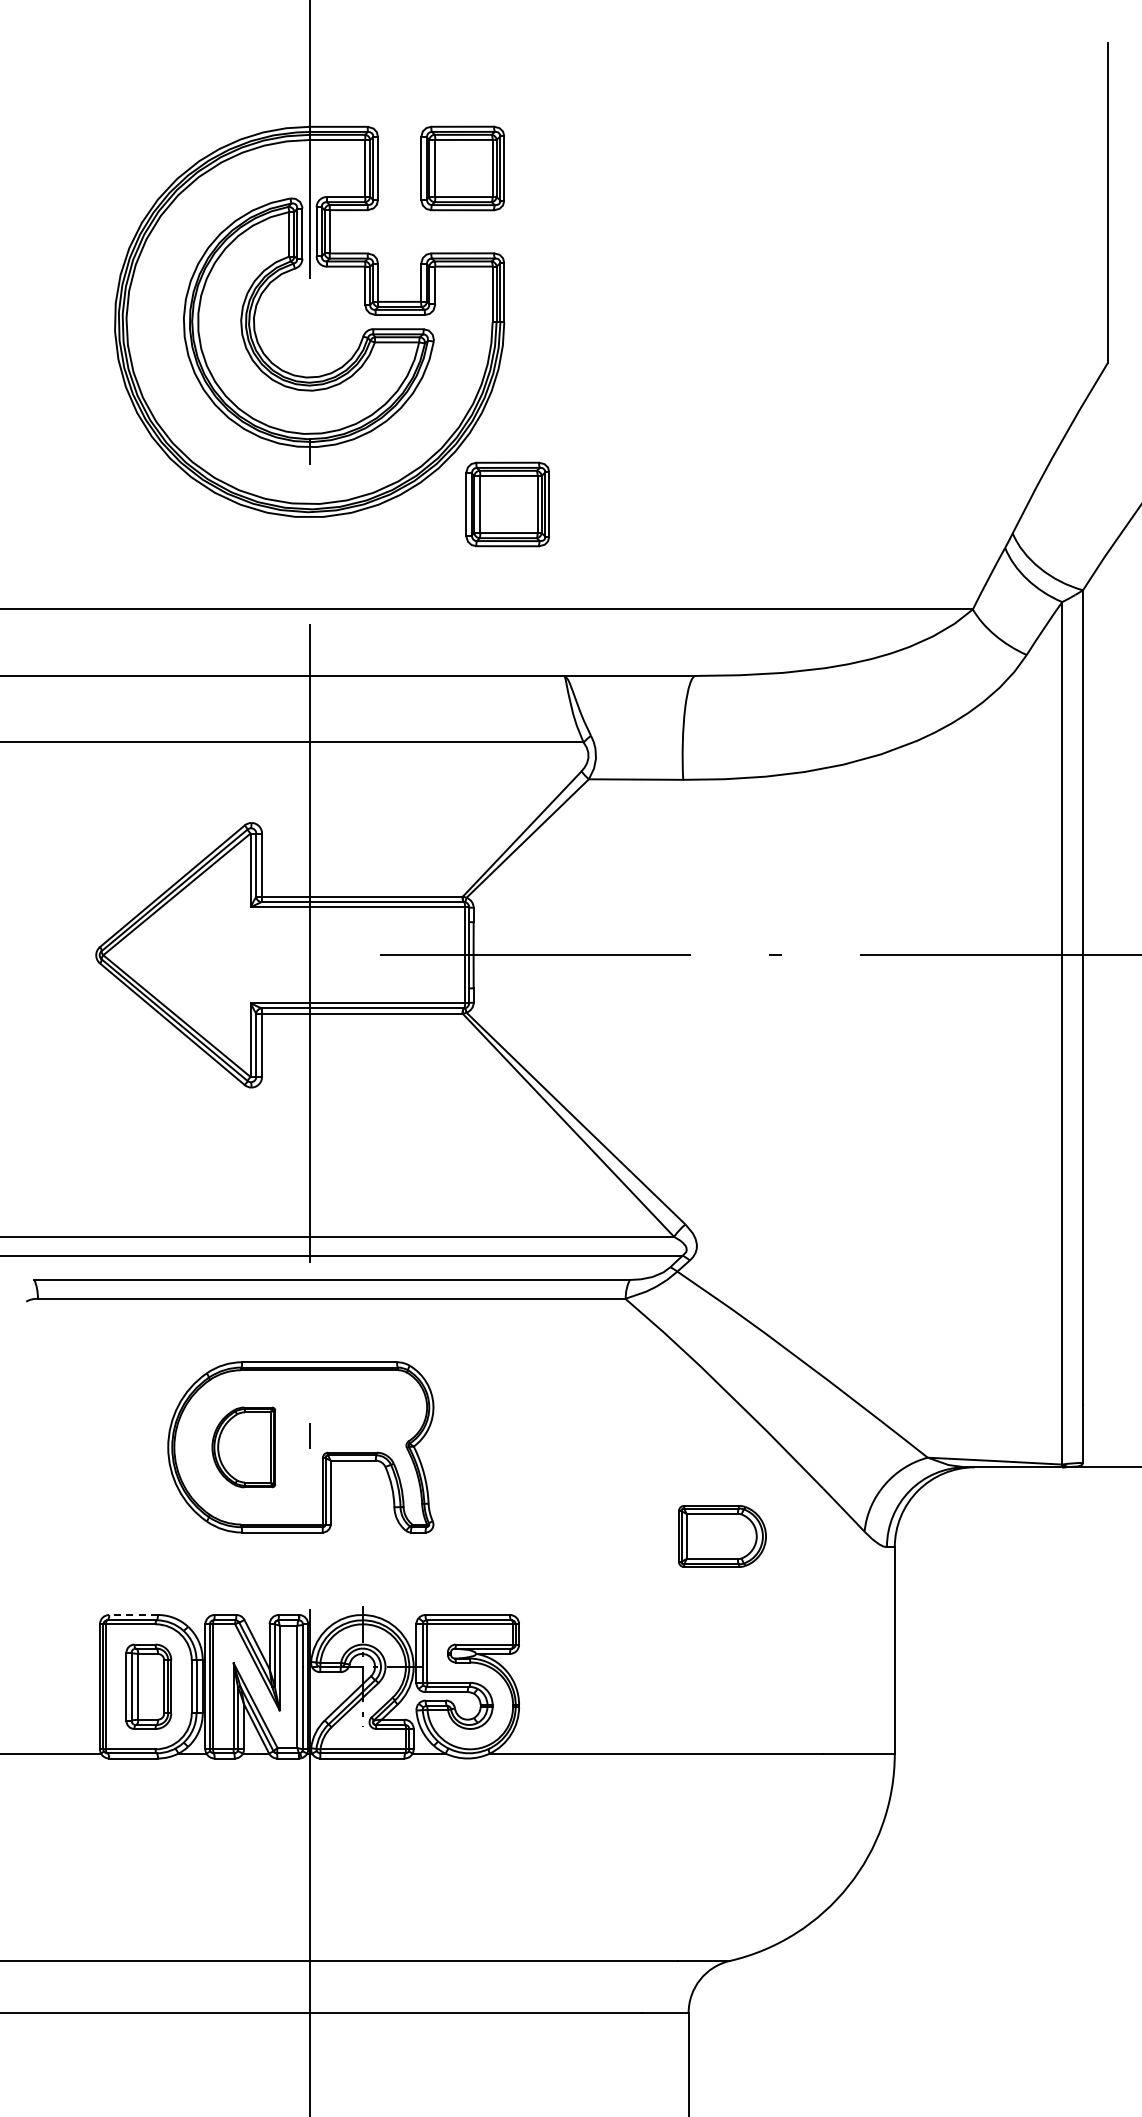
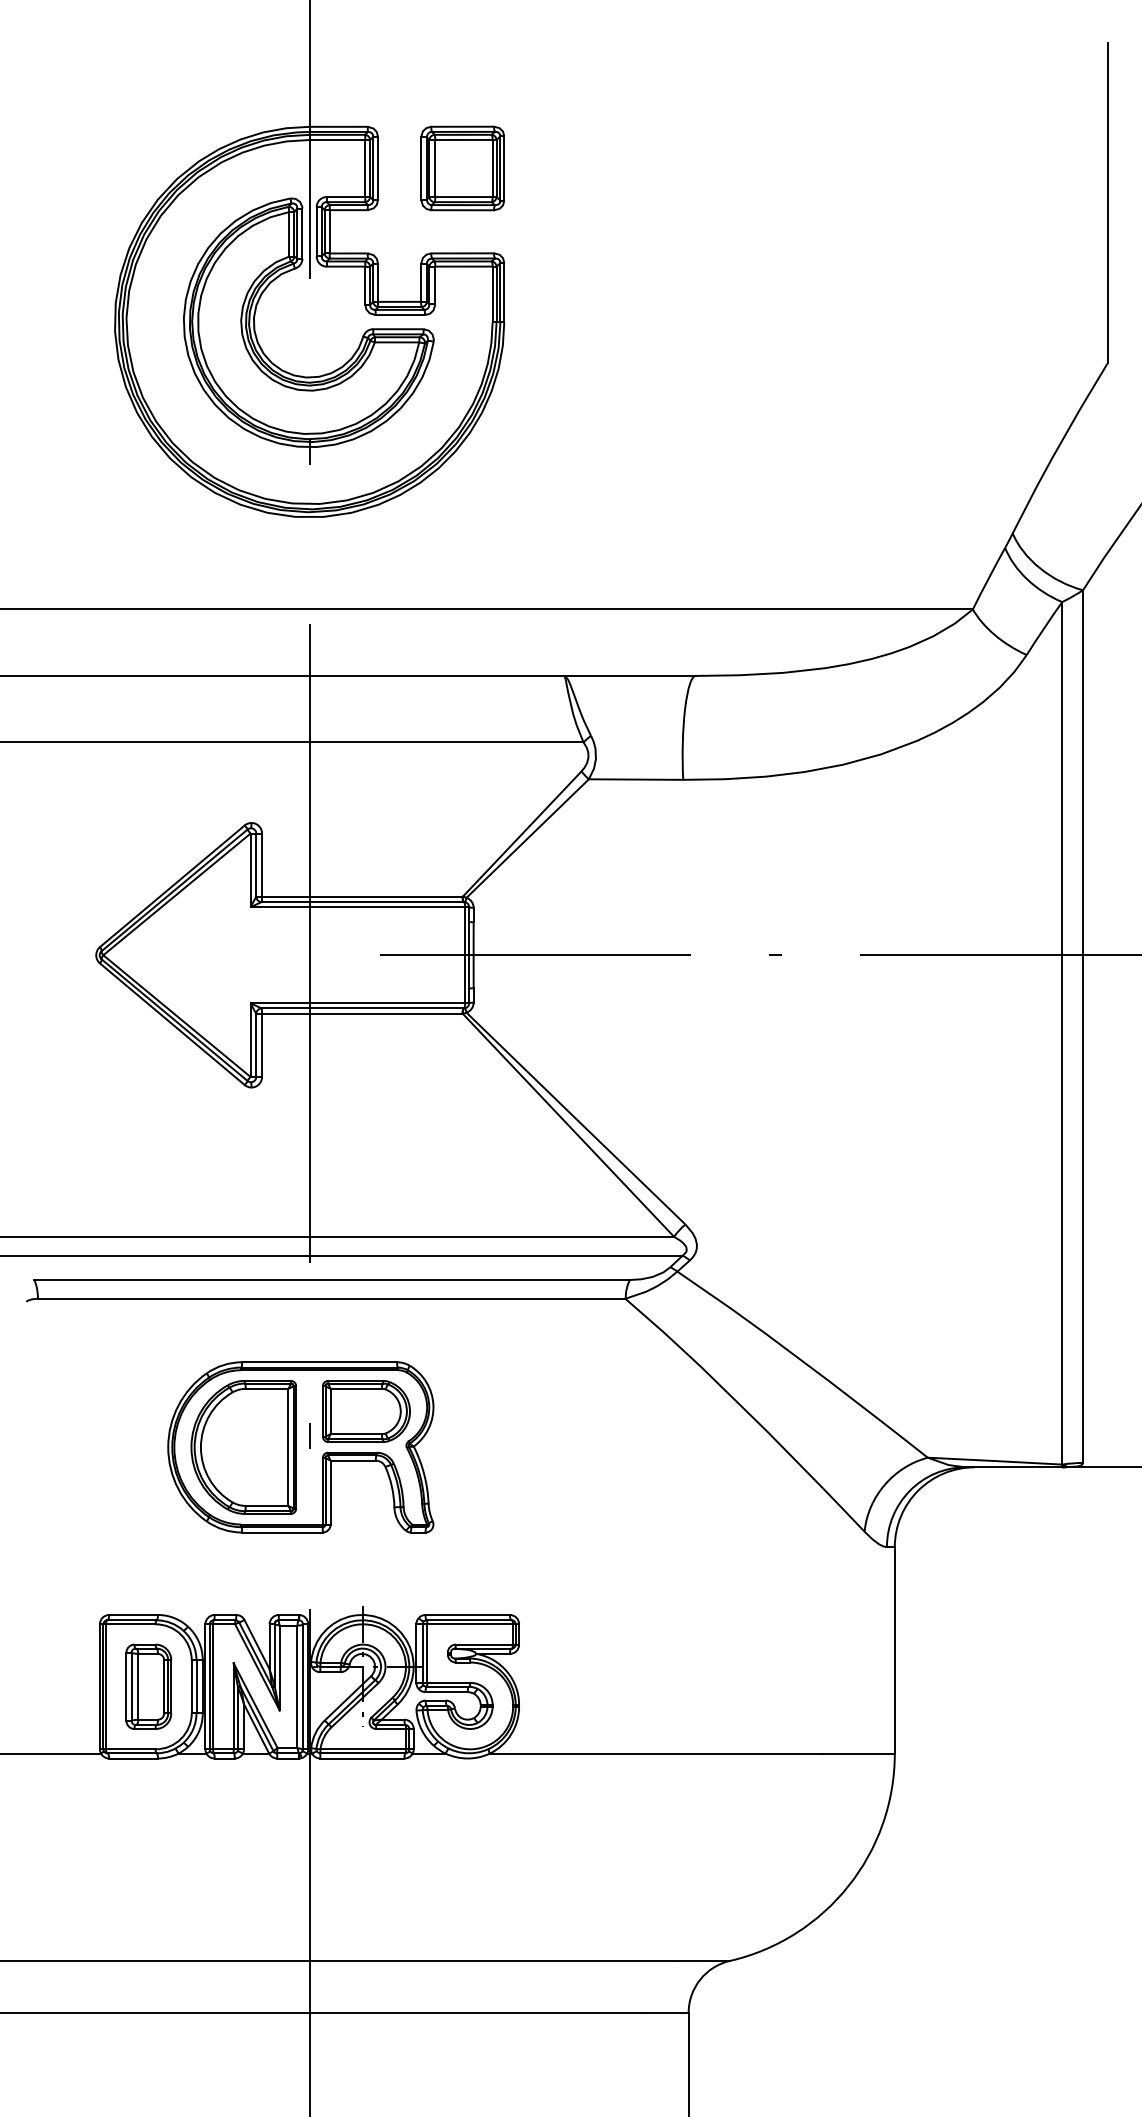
part at (507, 504): present -> none
part at (243, 1447) size: 66x83 px -> 108x135 px
part at (722, 1536) position: (722, 1536) -> (366, 1411)
line at (133, 1614): dashed -> solid
